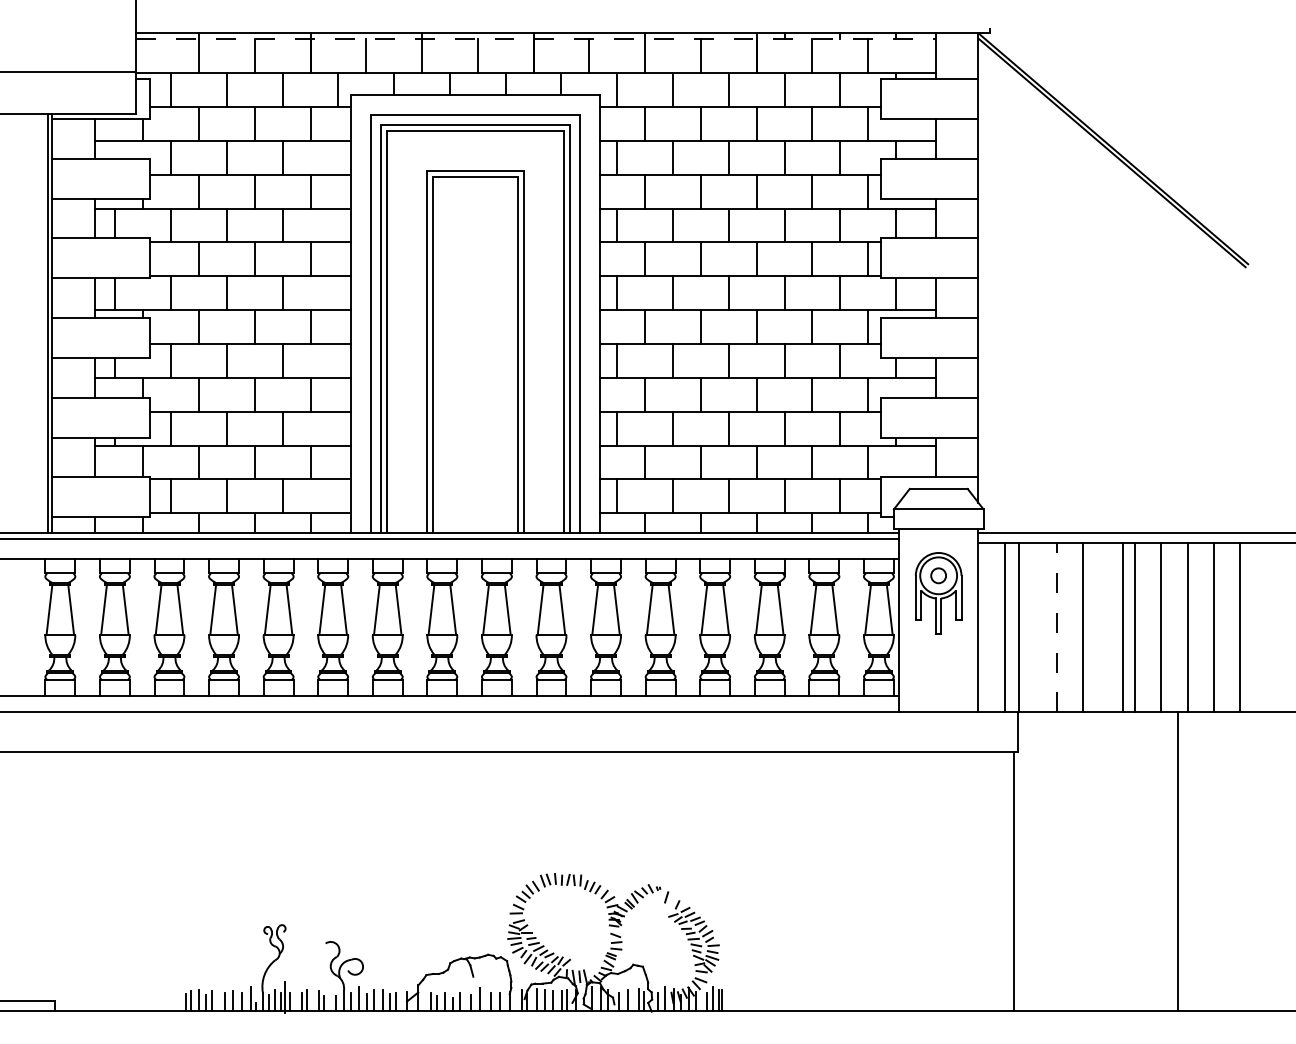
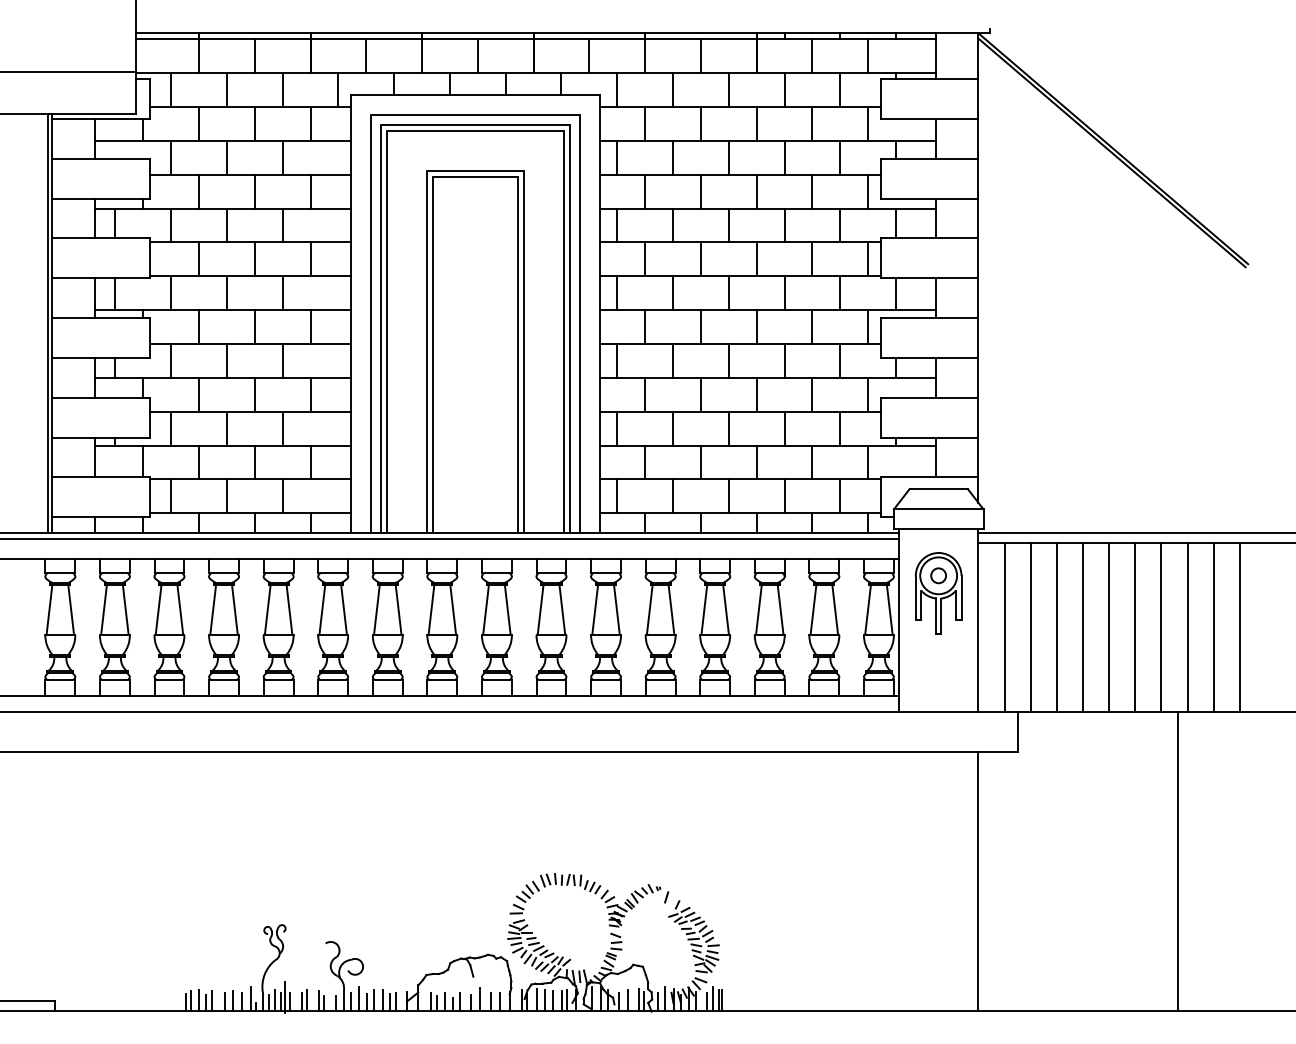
line at (535, 39): dashed -> solid
line at (1018, 627) position: (1018, 627) -> (1030, 627)
line at (1056, 627): dashed -> solid
line at (1123, 627) position: (1123, 627) -> (1109, 627)
line at (1014, 881) position: (1014, 881) -> (978, 881)
